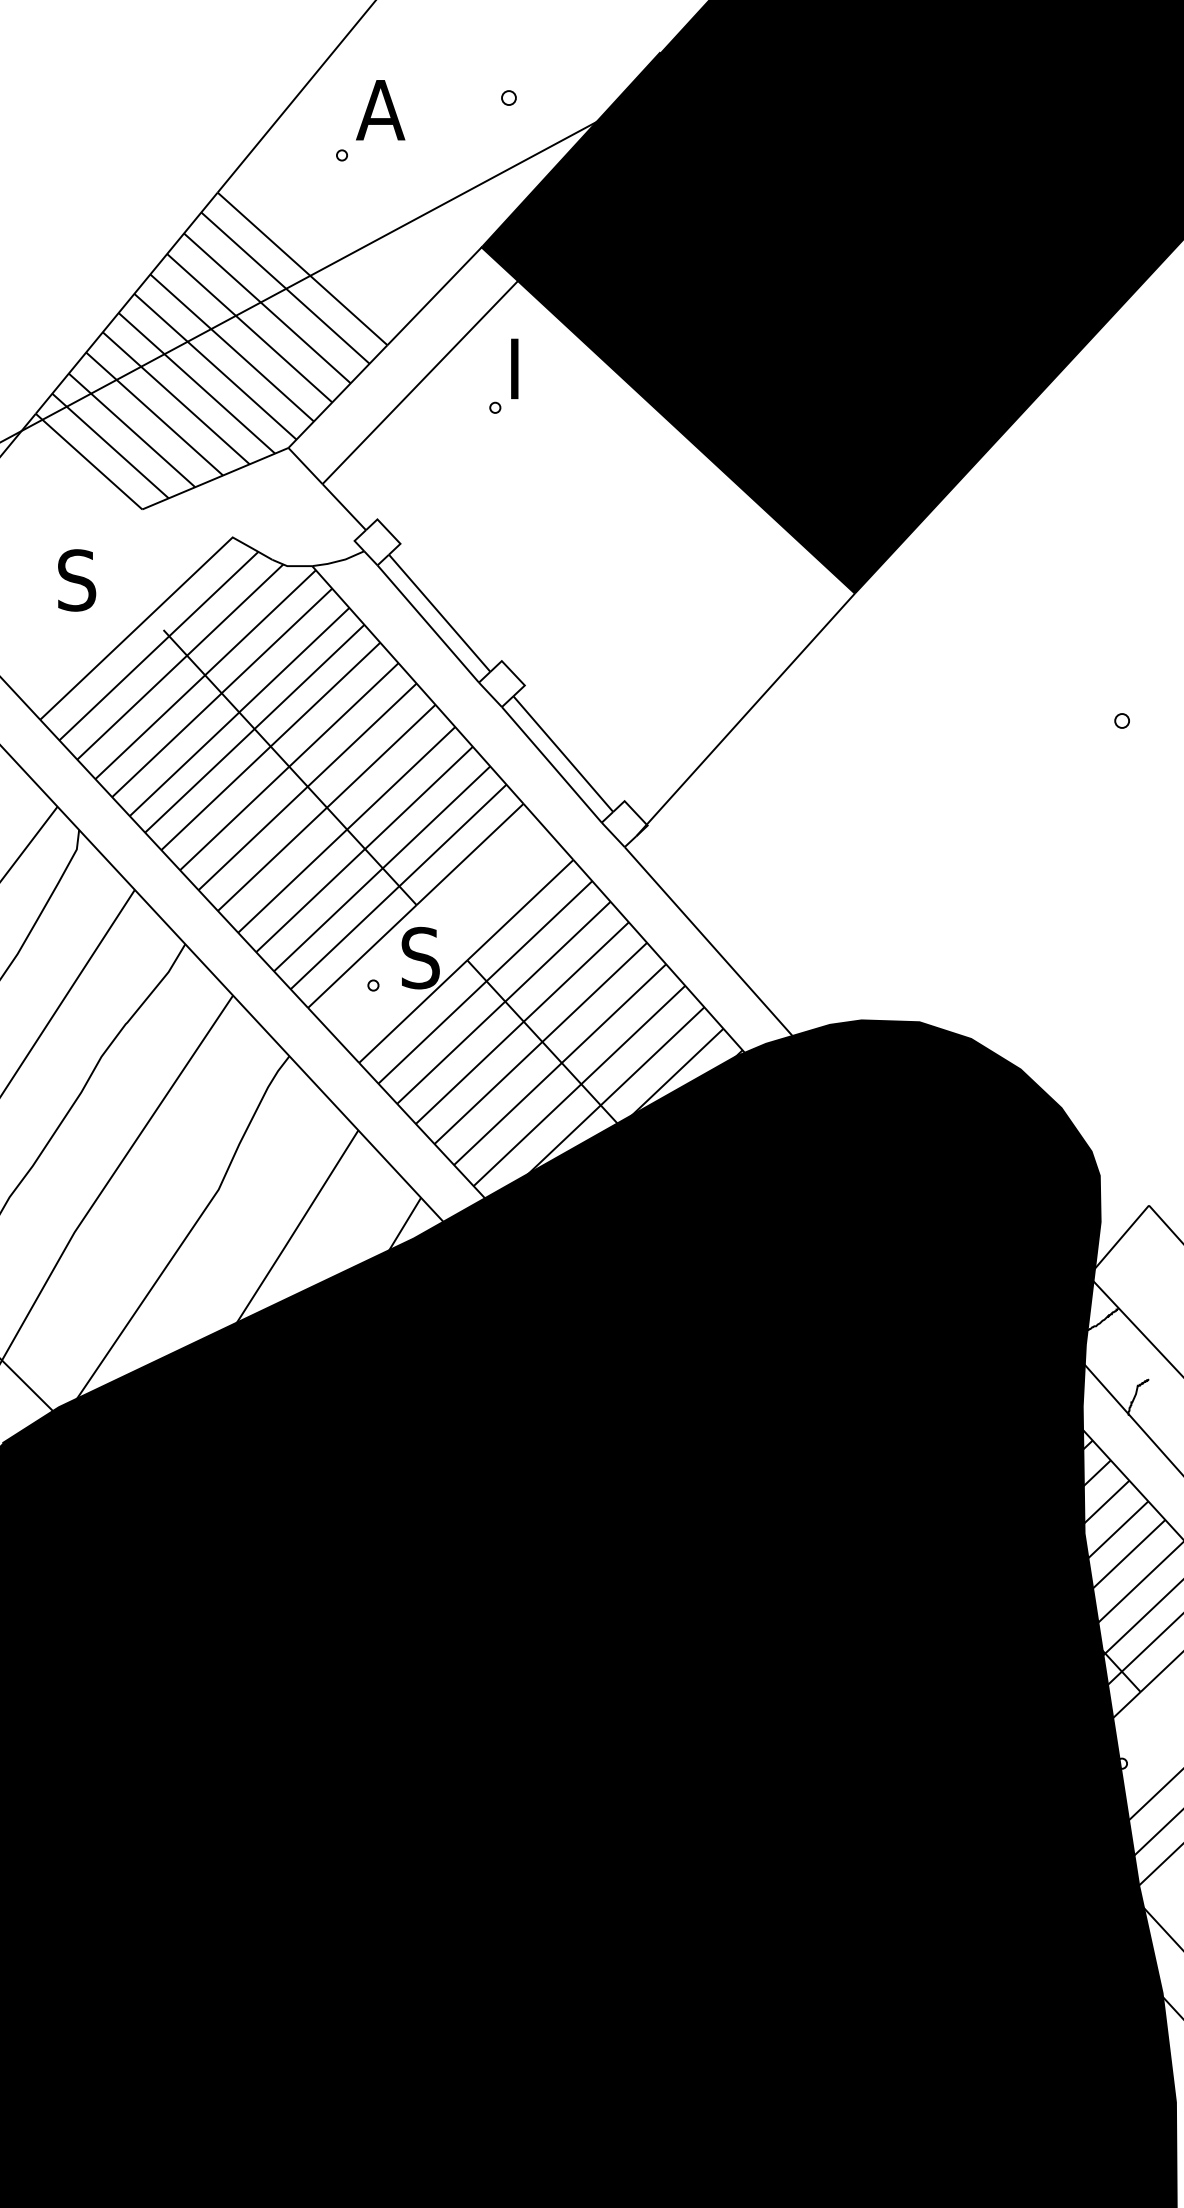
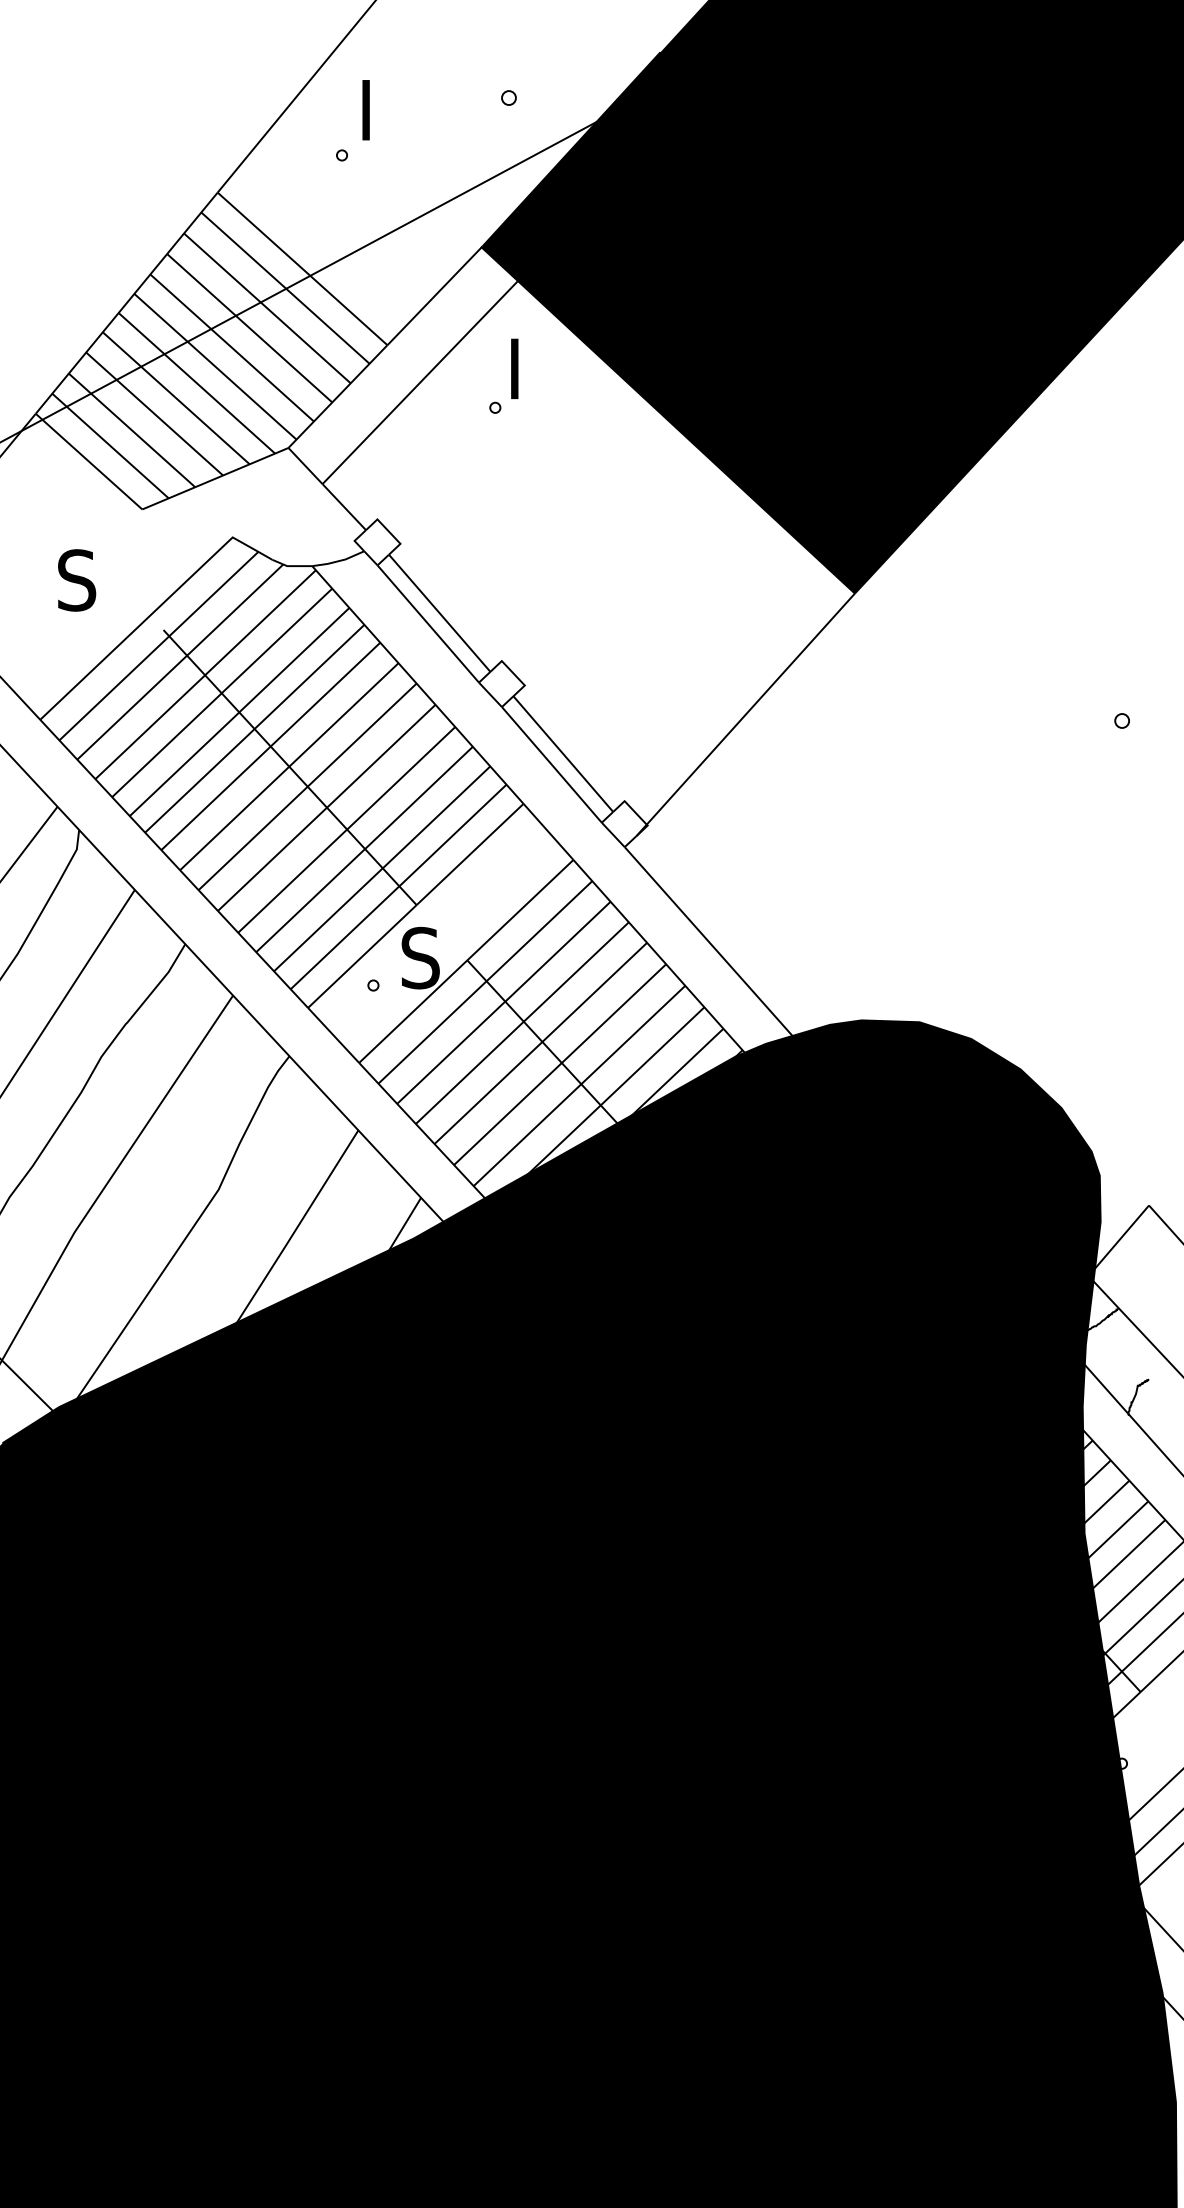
text at (380, 110): A -> I
